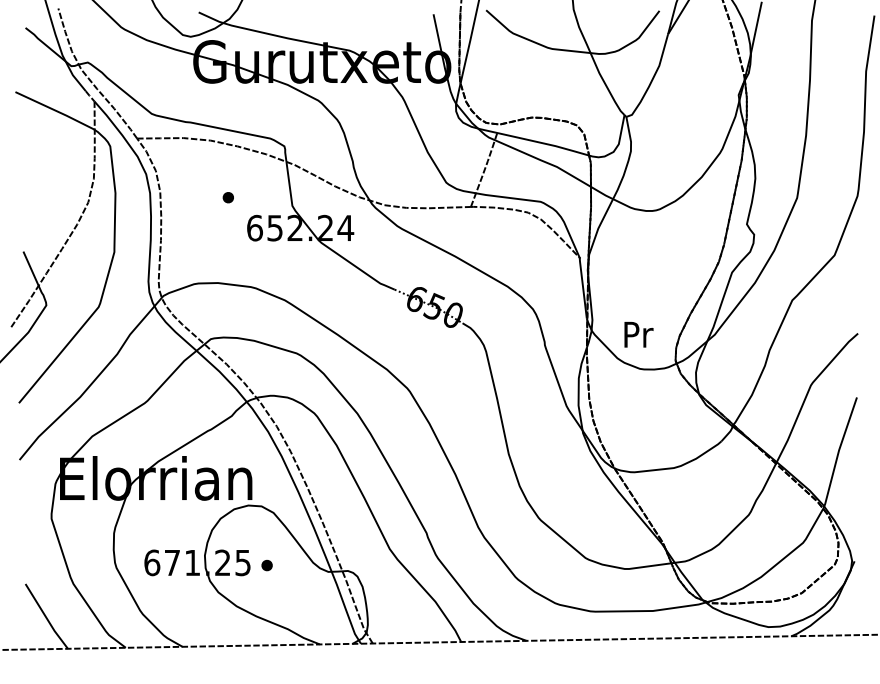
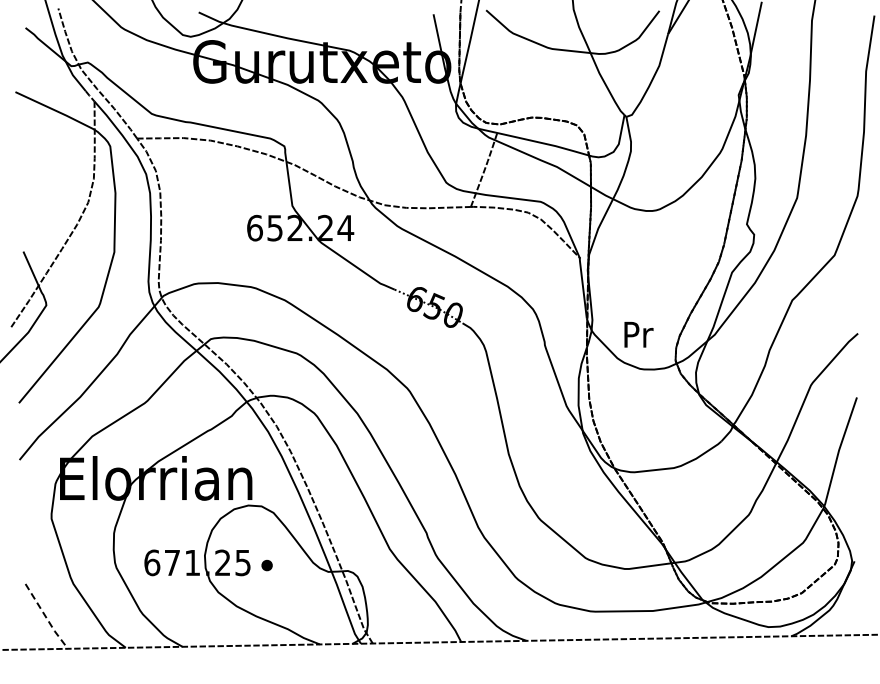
part at (227, 197): present -> none
line at (46, 617): solid -> dashed
